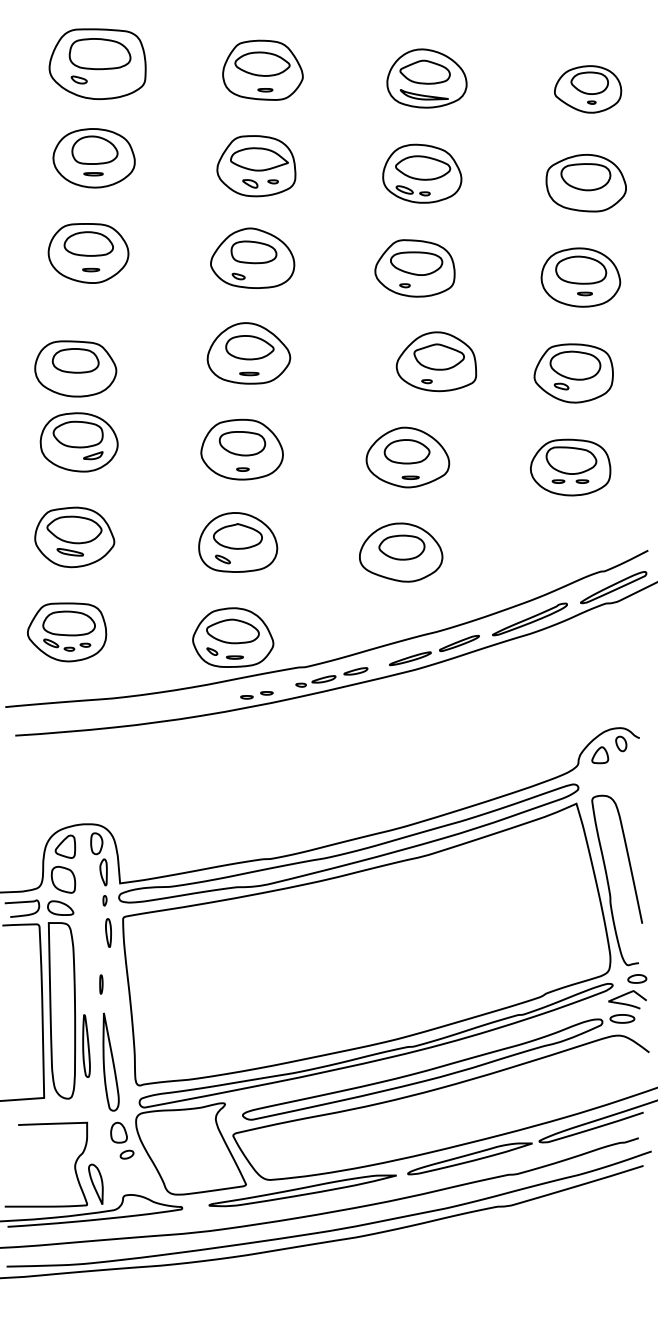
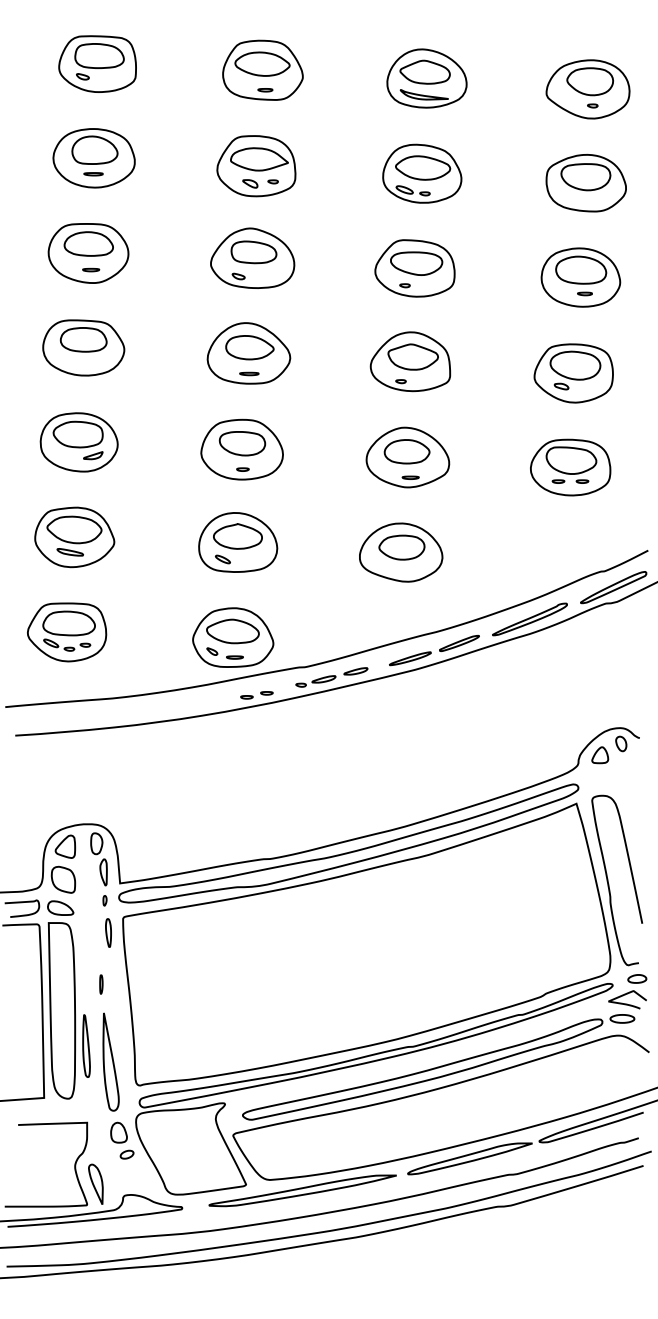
part at (97, 63) size: 99x72 px -> 79x58 px
part at (588, 89) size: 69x49 px -> 86x61 px
part at (436, 361) position: (436, 361) -> (410, 361)
part at (75, 368) position: (75, 368) -> (83, 347)
